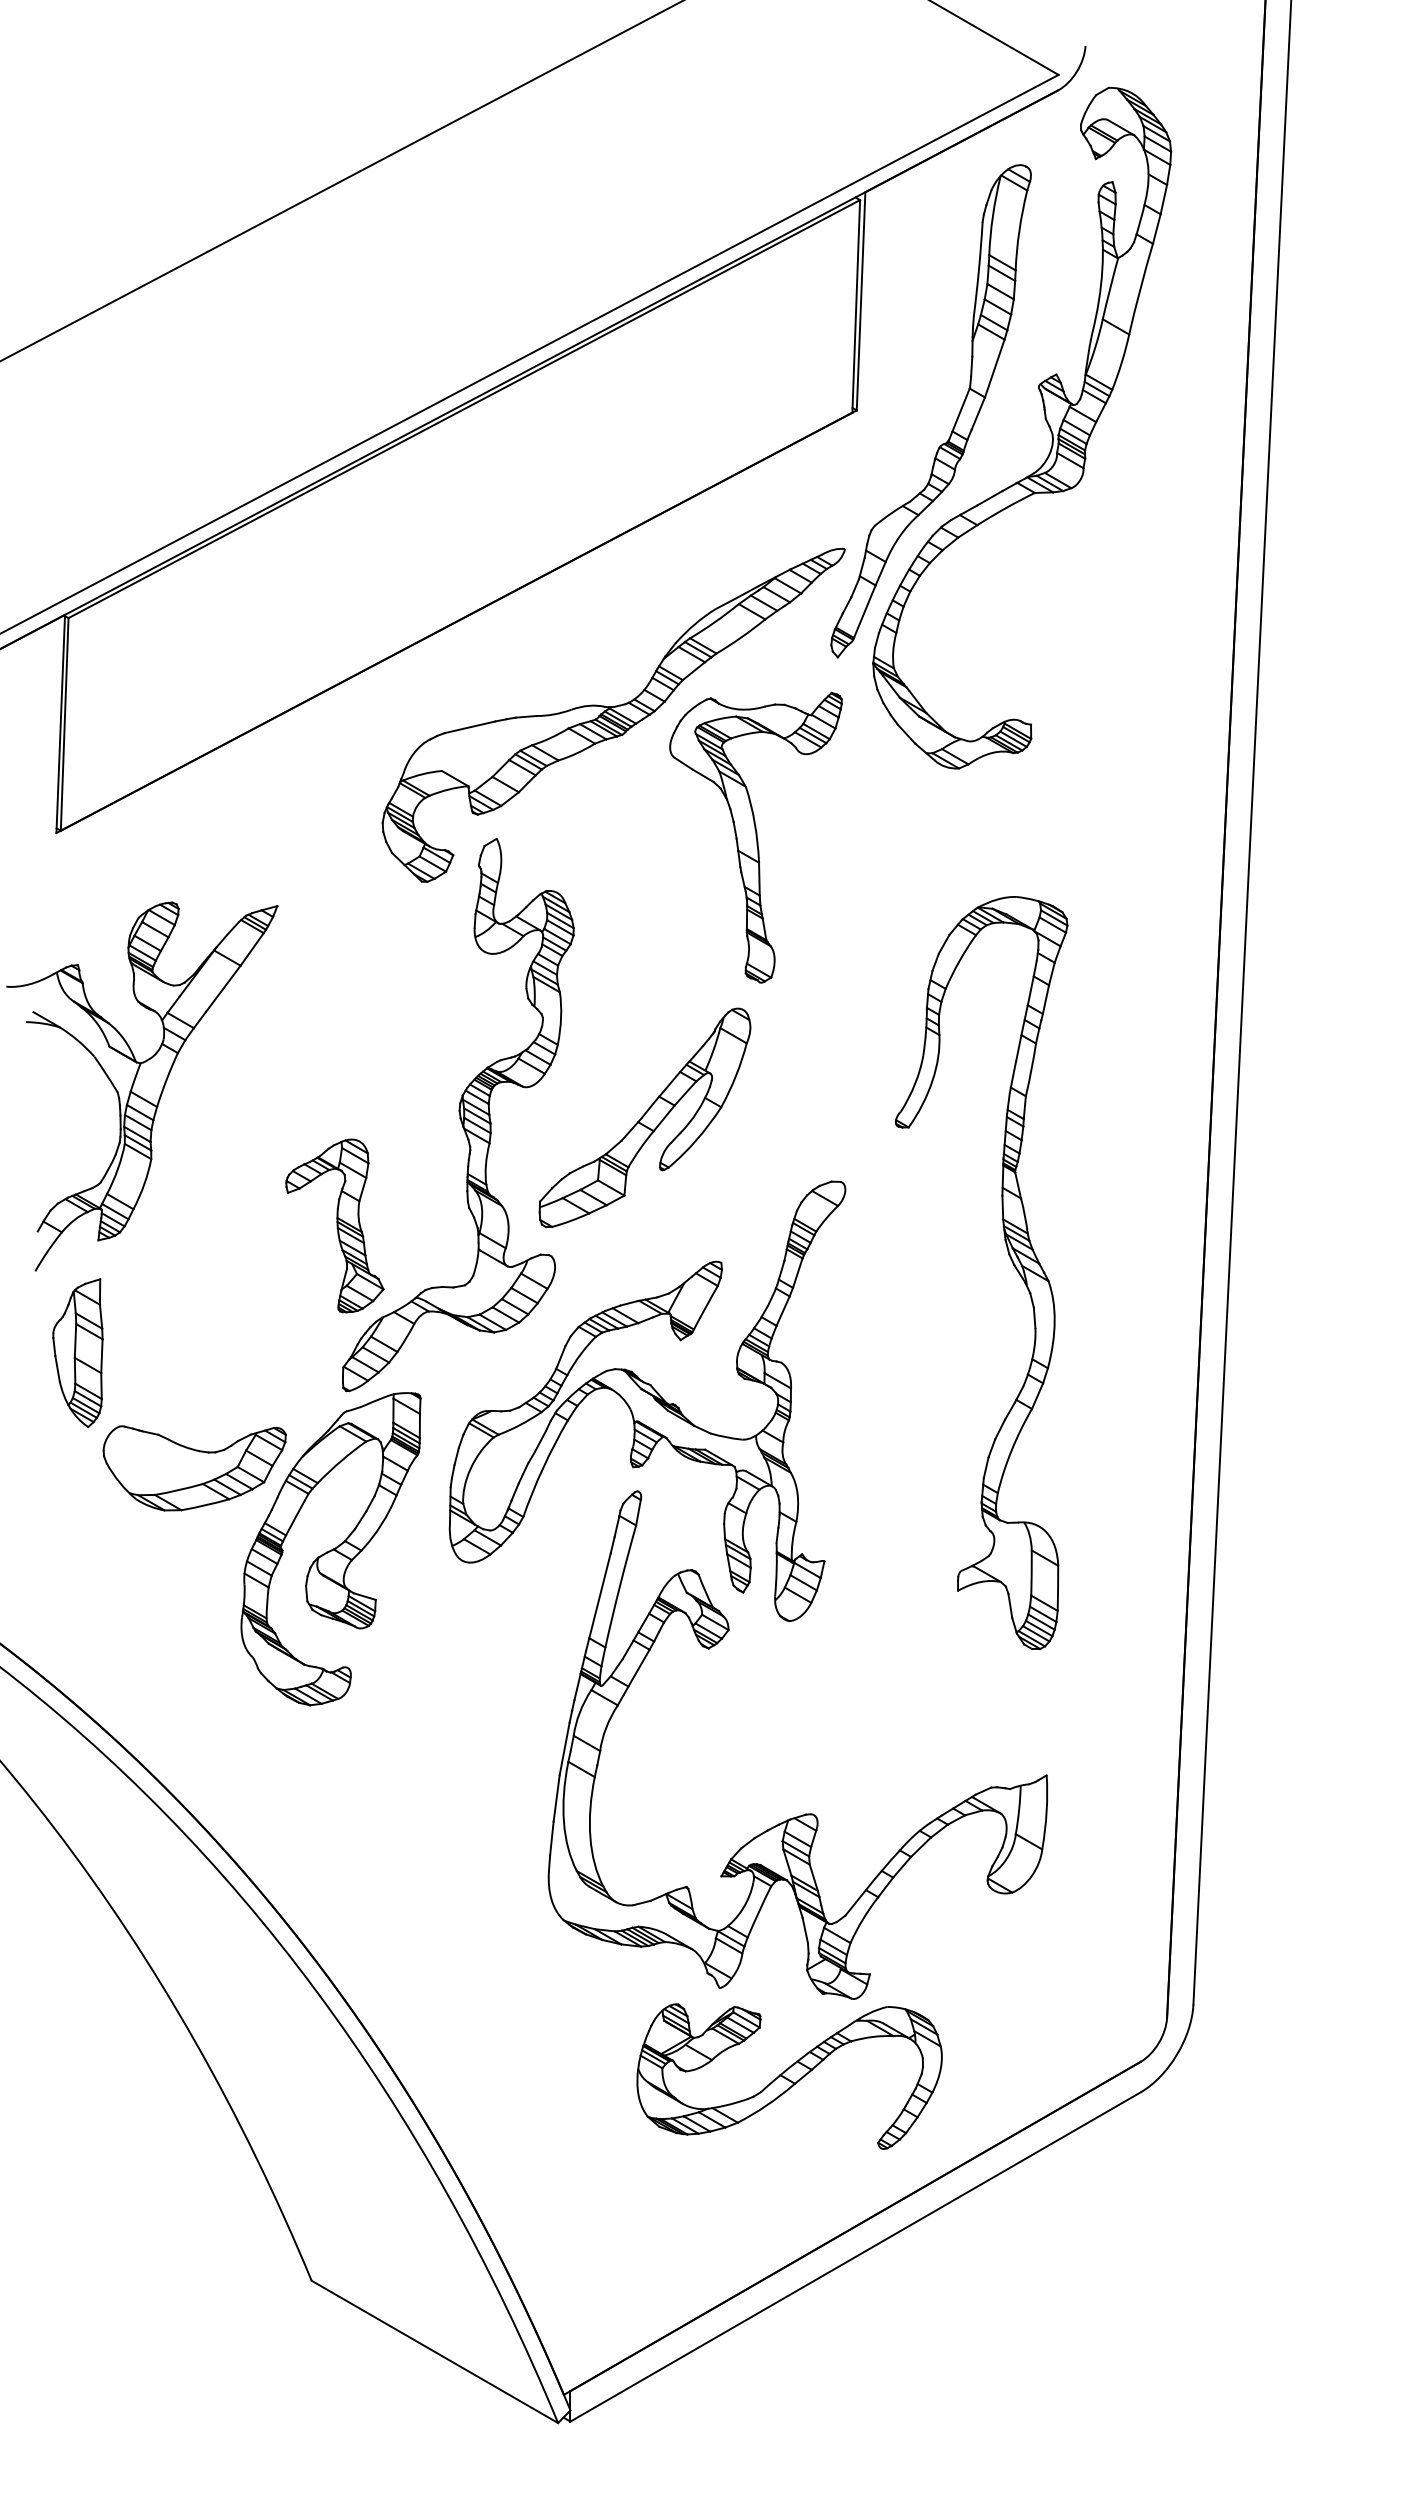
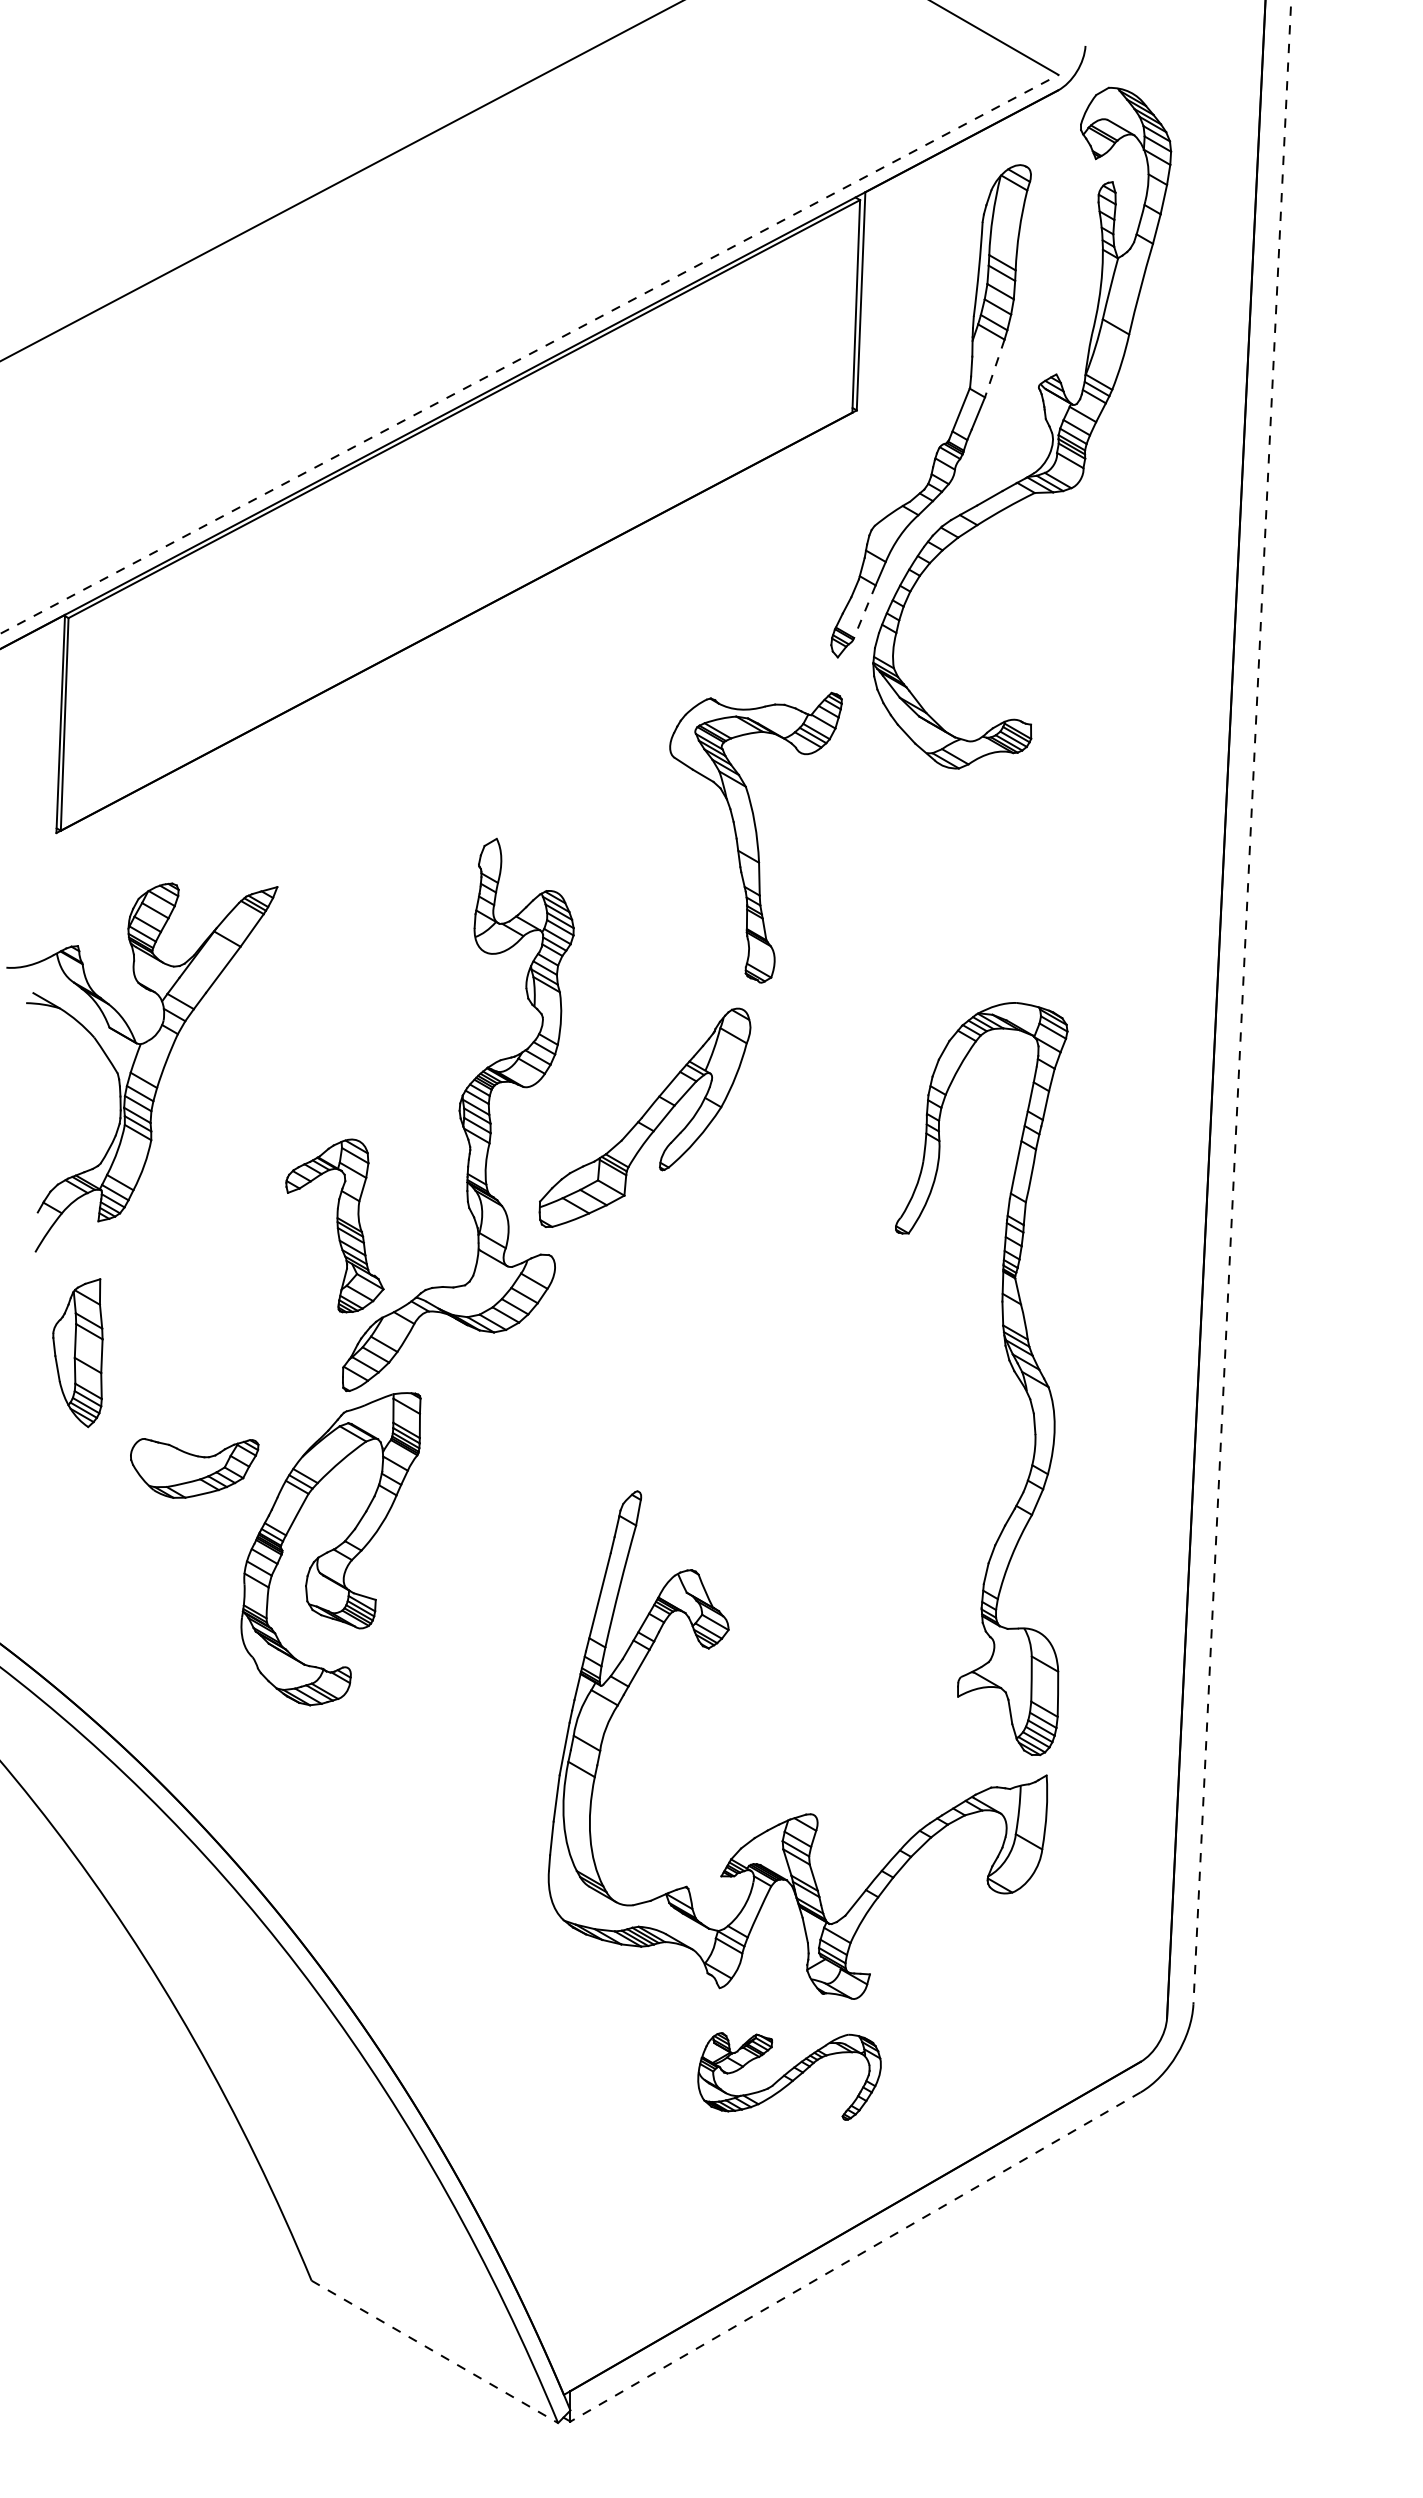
line at (529, 354): solid -> dashed
line at (994, 368): solid -> dashed
line at (864, 612): solid -> dashed
part at (613, 715): present -> none
line at (1242, 1002): solid -> dashed
part at (142, 1086) position: (142, 1086) -> (142, 1067)
part at (1010, 1259) position: (1010, 1259) -> (1010, 1365)
part at (647, 1401): present -> none
part at (194, 1468) size: 185x87 px -> 130x61 px
part at (789, 2076) size: 307x147 px -> 185x89 px
line at (855, 2257): solid -> dashed
line at (435, 2352): solid -> dashed
